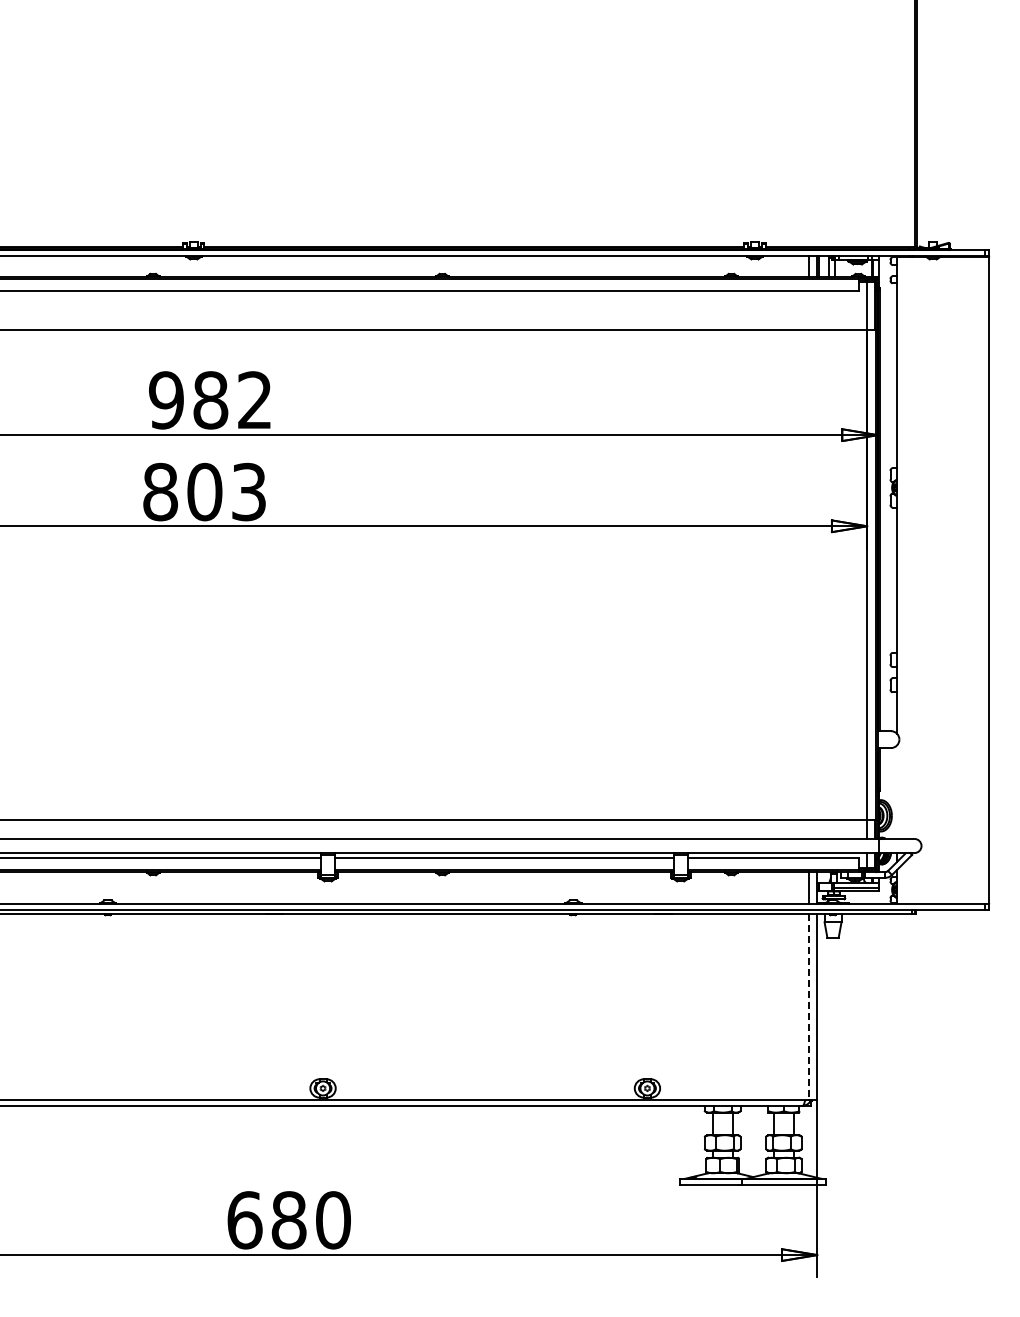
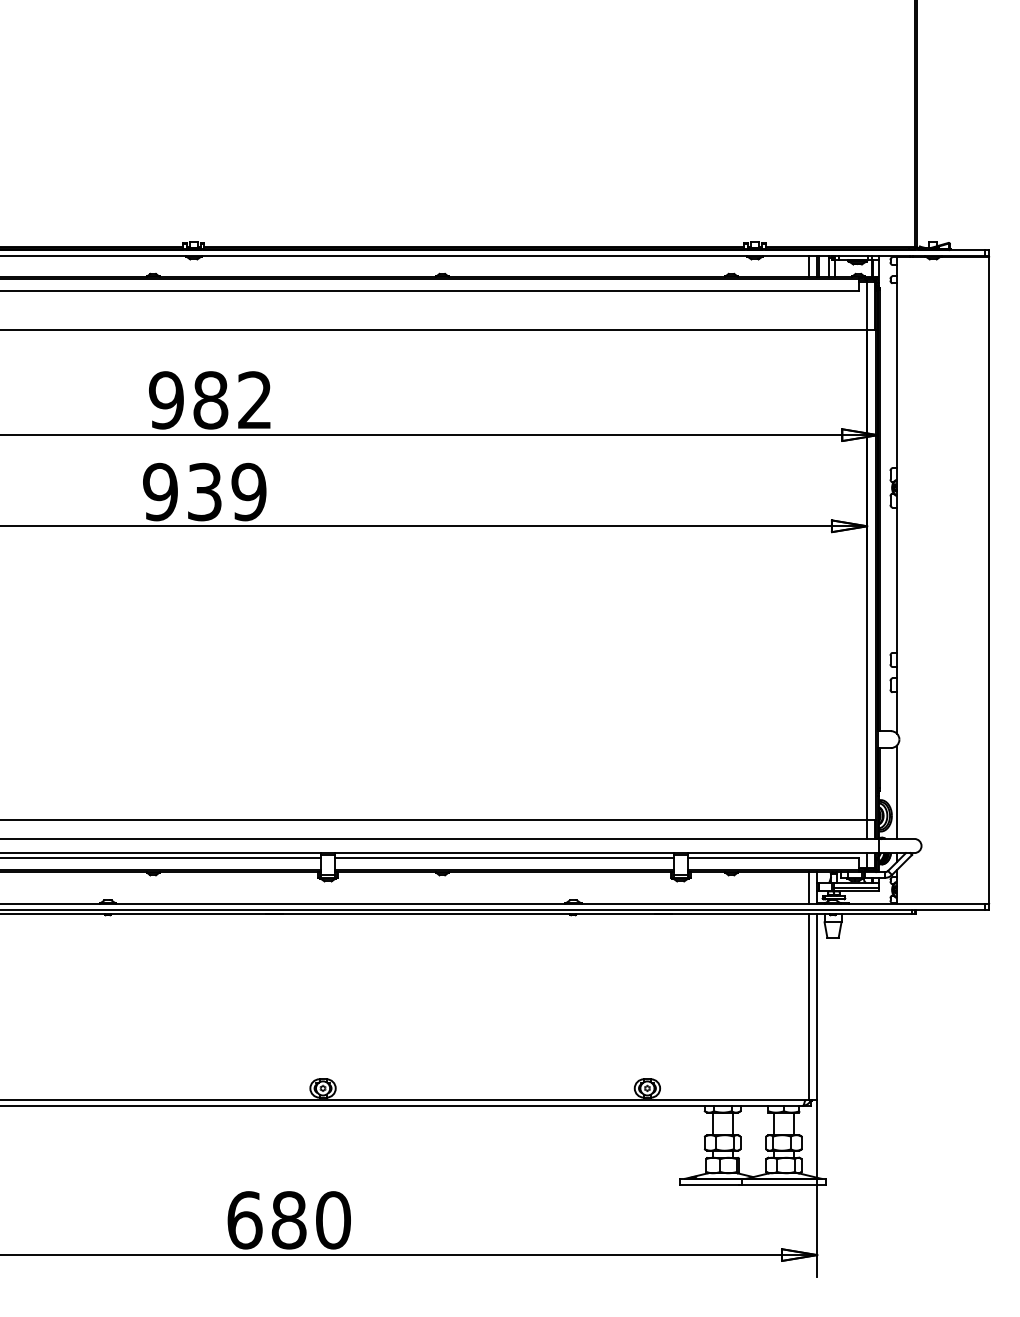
text at (204, 491): 803 -> 939
line at (896, 791): none -> present
line at (808, 1007): dashed -> solid
